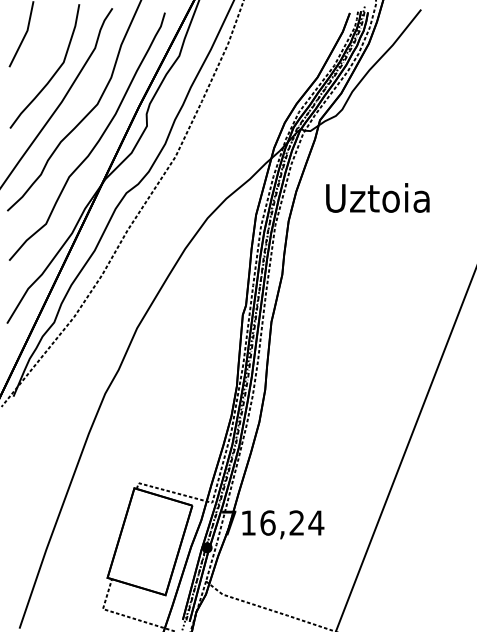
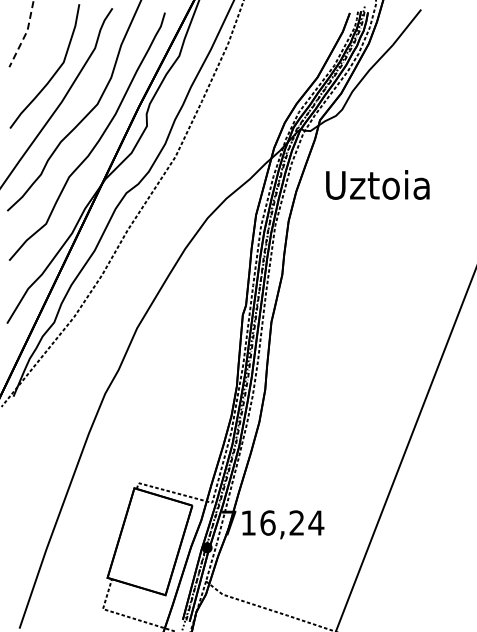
line at (25, 35): solid -> dashed
text at (377, 197) position: (377, 197) -> (377, 184)
